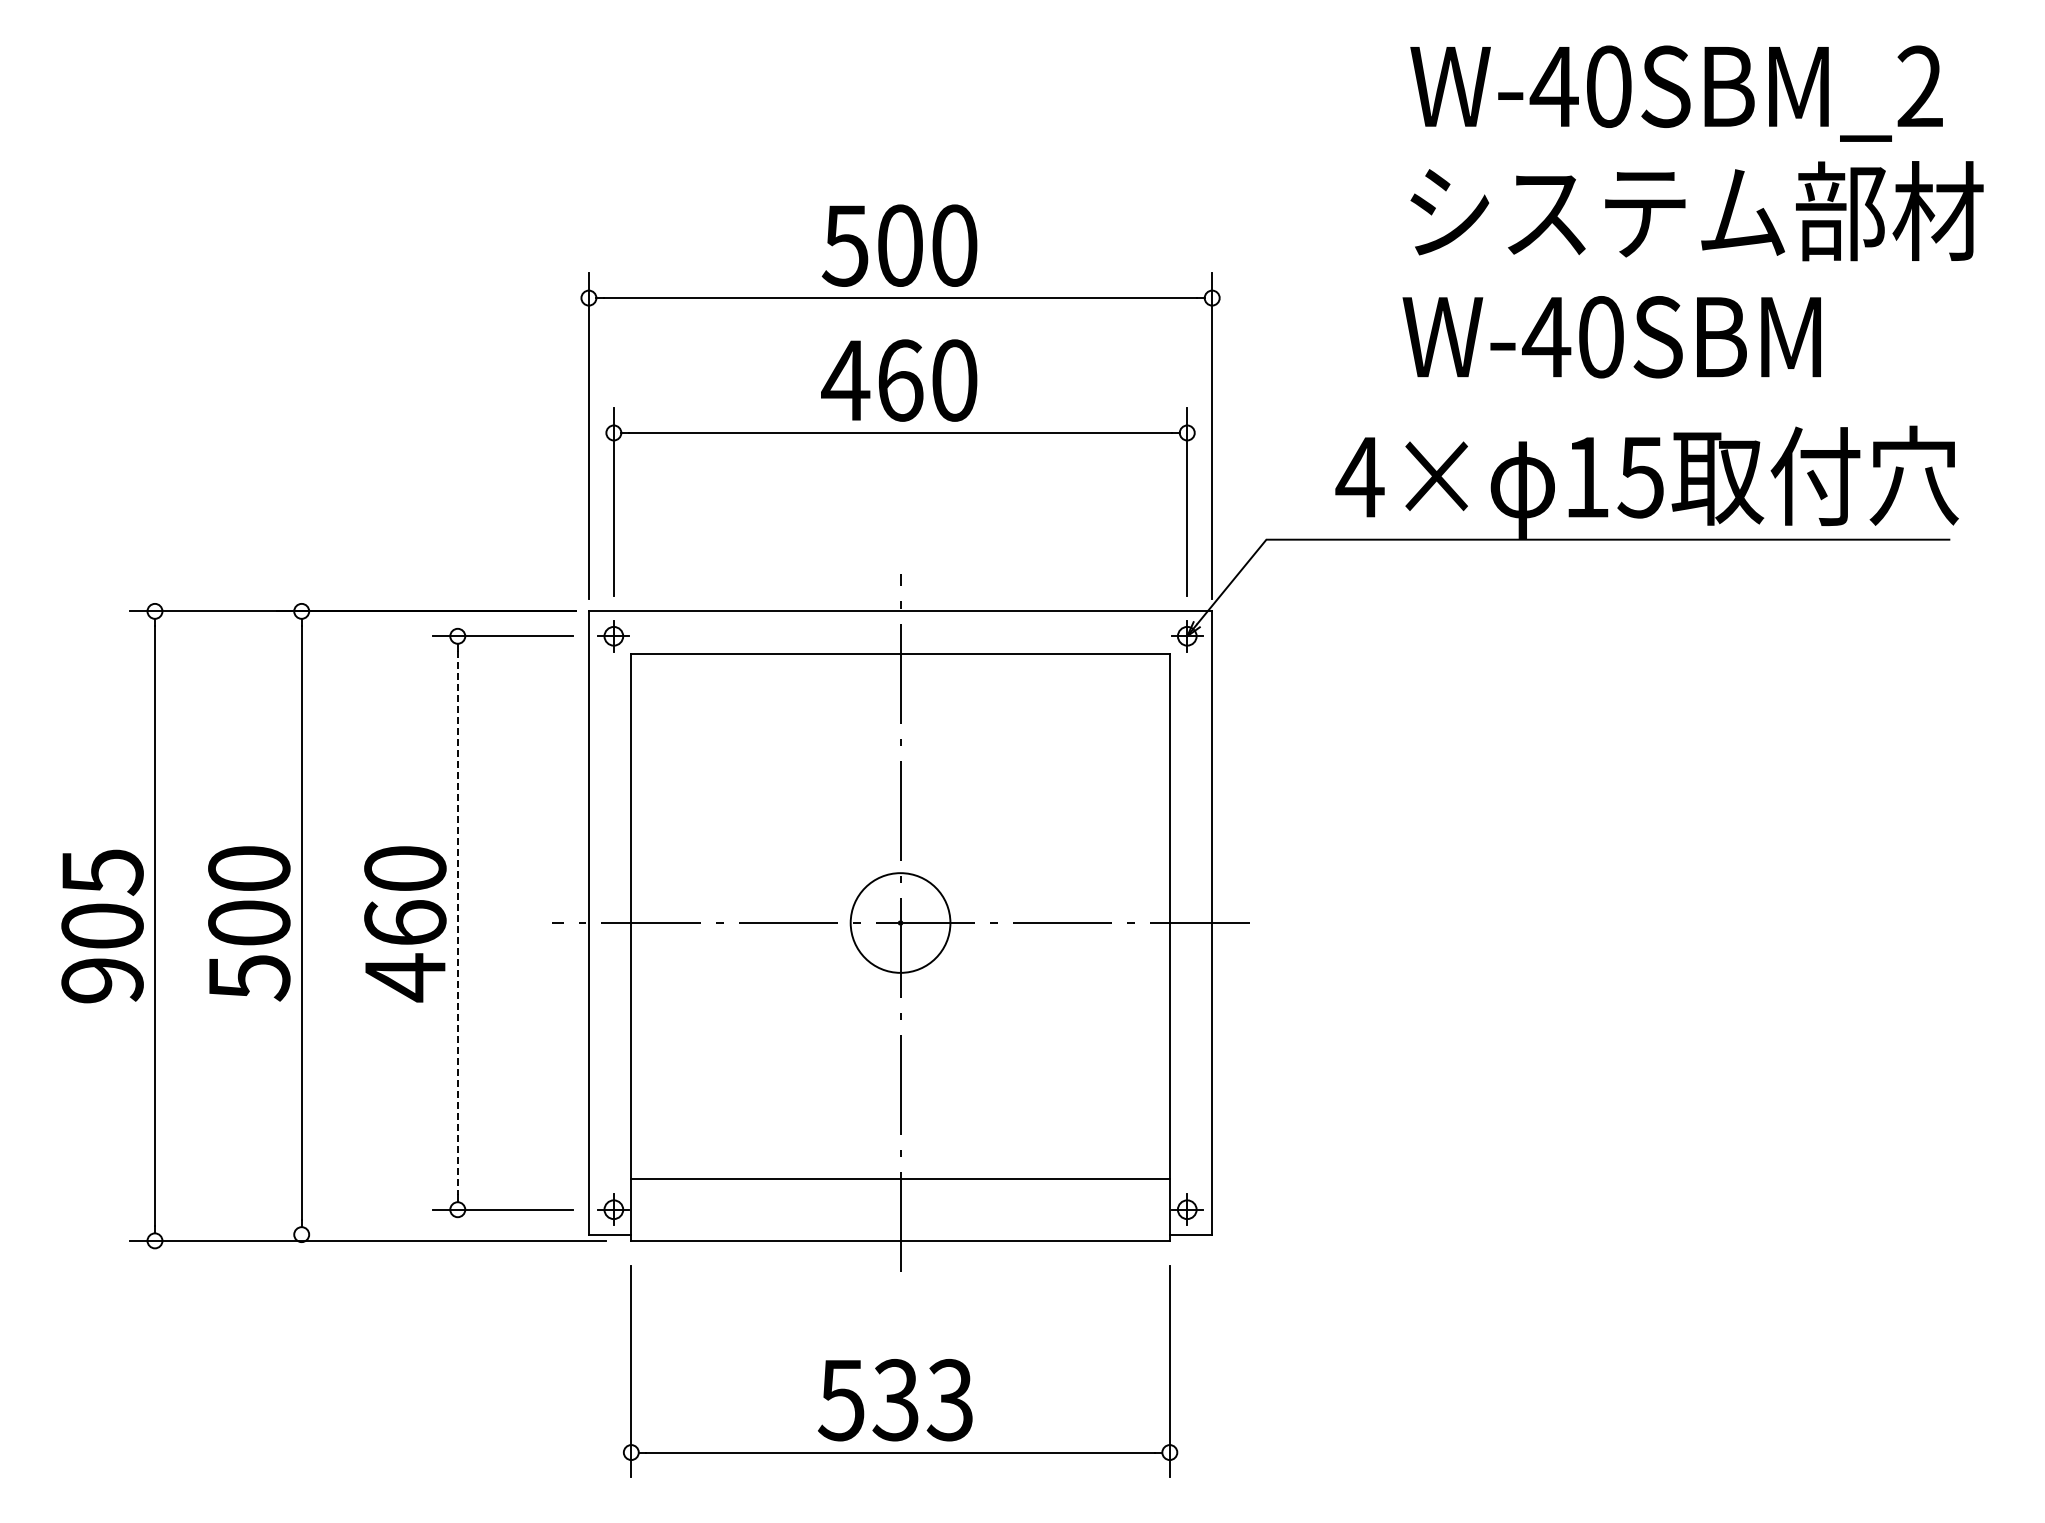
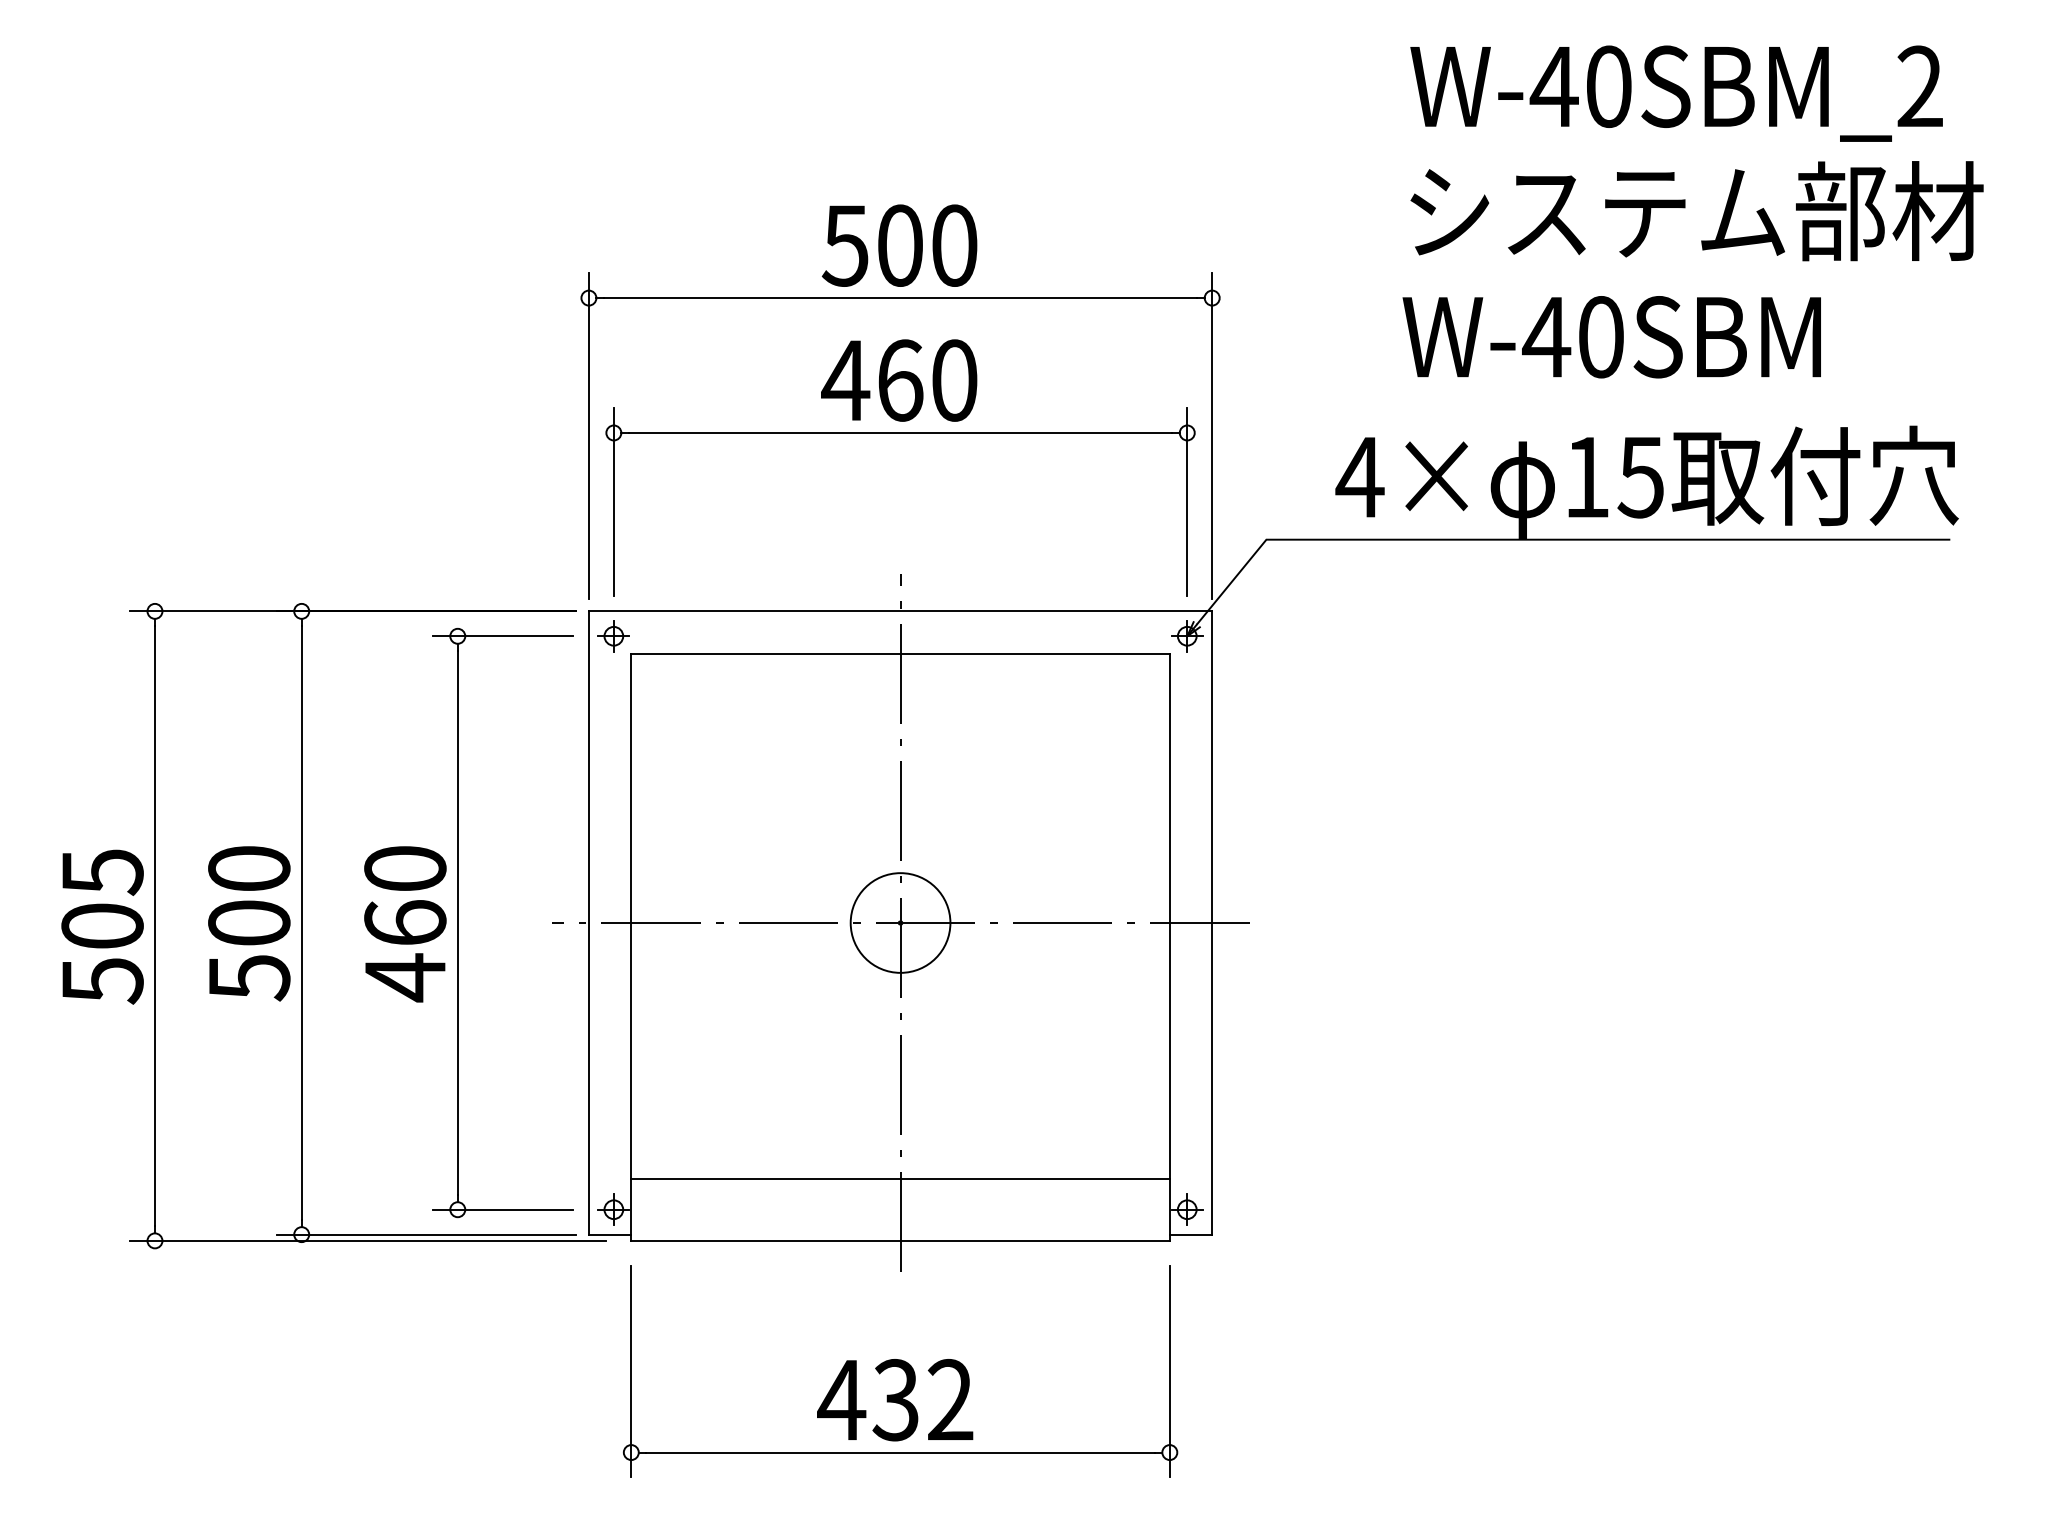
line at (457, 923): dashed -> solid
text at (102, 981): 905 -> 505
line at (426, 1234): none -> present
text at (895, 1400): 533 -> 432
